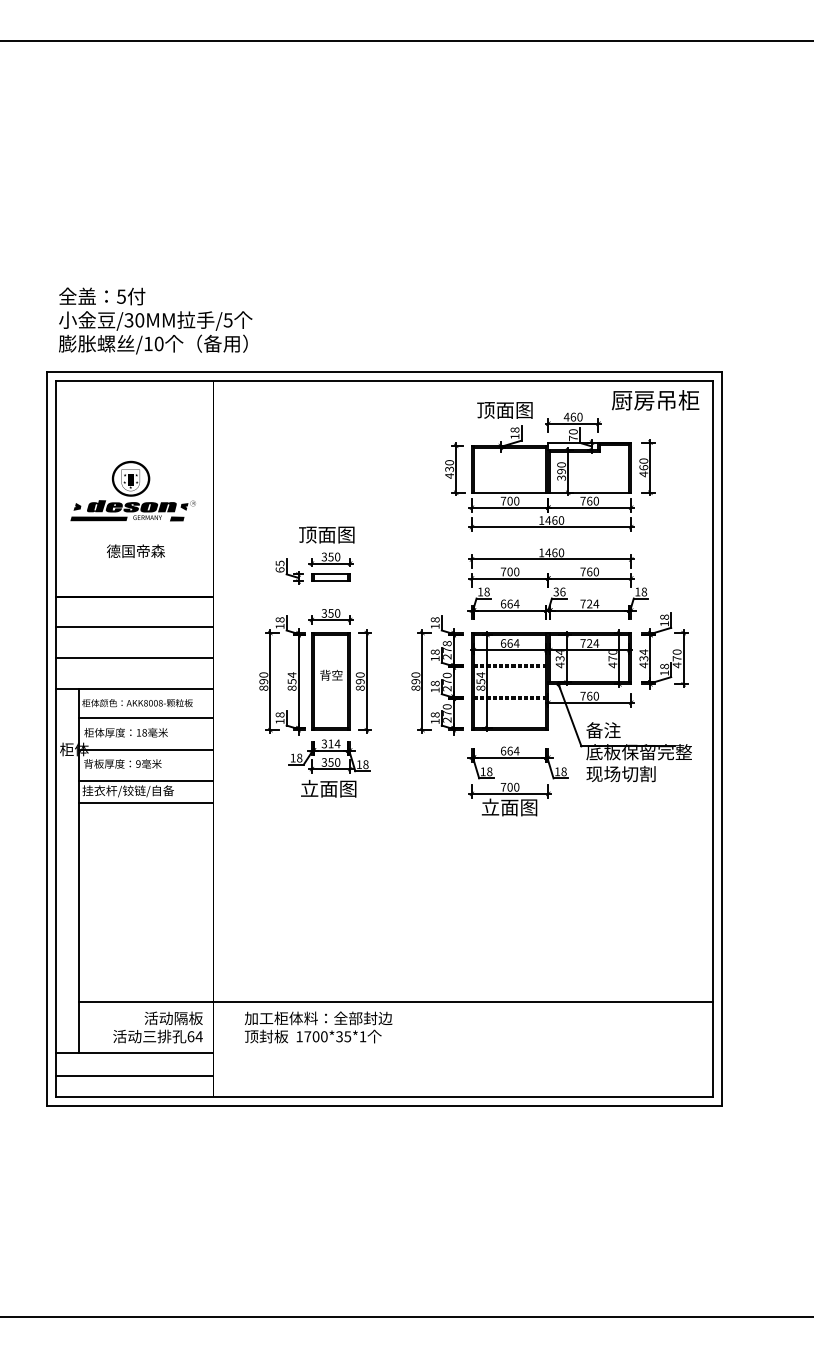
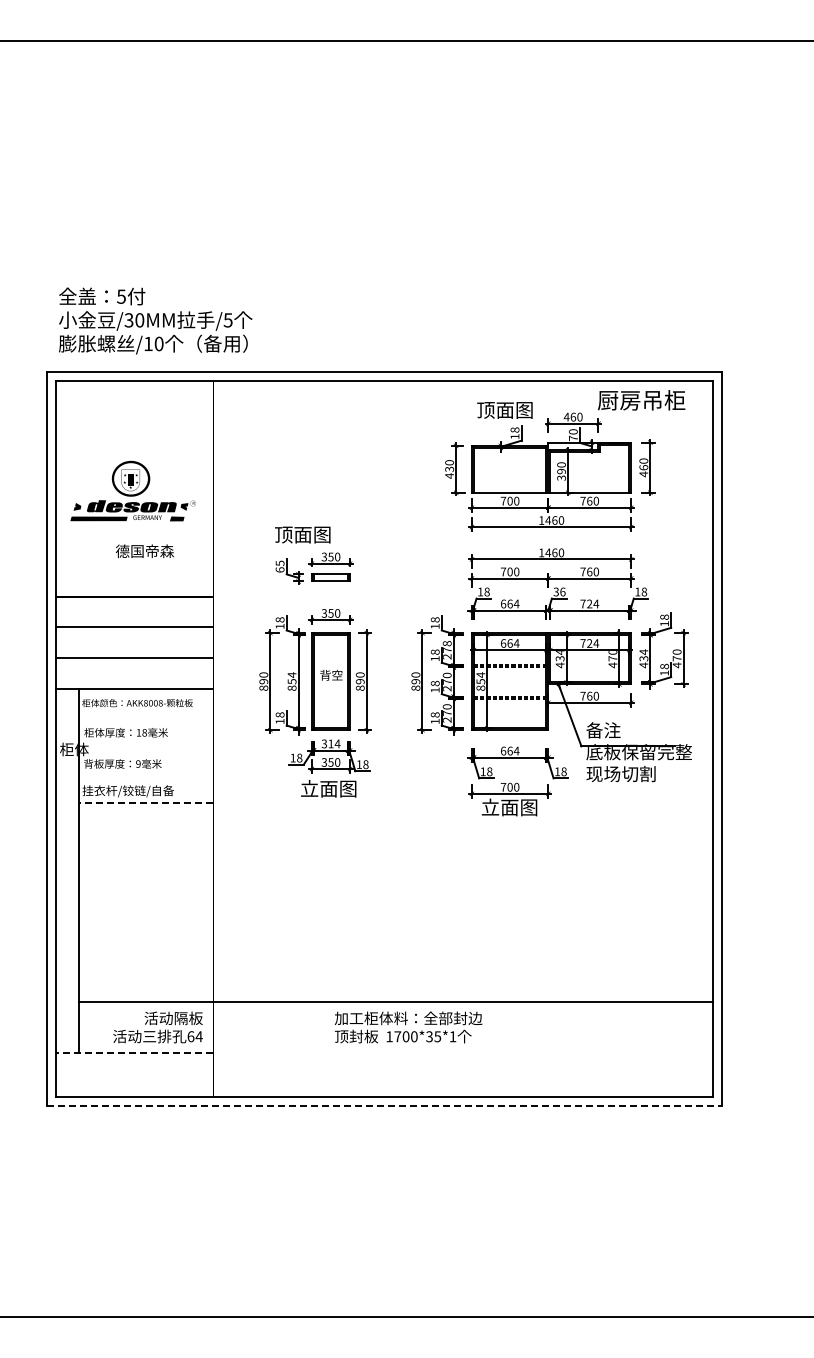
text at (655, 400) position: (655, 400) -> (641, 400)
text at (326, 534) position: (326, 534) -> (302, 534)
text at (135, 550) position: (135, 550) -> (144, 550)
line at (145, 718): present -> none
line at (145, 749): present -> none
line at (145, 780): present -> none
line at (145, 802): solid -> dashed
text at (318, 1027) position: (318, 1027) -> (408, 1027)
line at (134, 1053): solid -> dashed
line at (134, 1075): present -> none
line at (384, 1105): solid -> dashed
